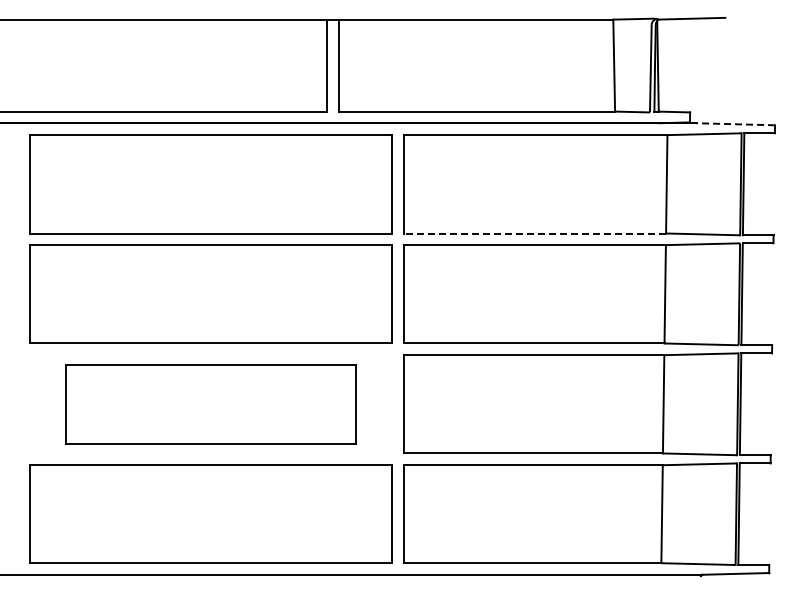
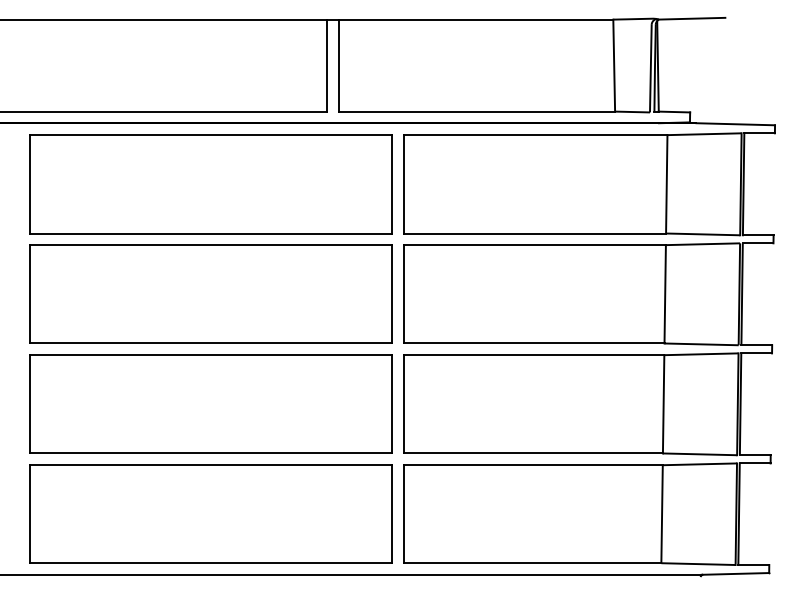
line at (735, 124): dashed -> solid
line at (534, 233): dashed -> solid
part at (210, 404) size: 292x81 px -> 364x100 px
